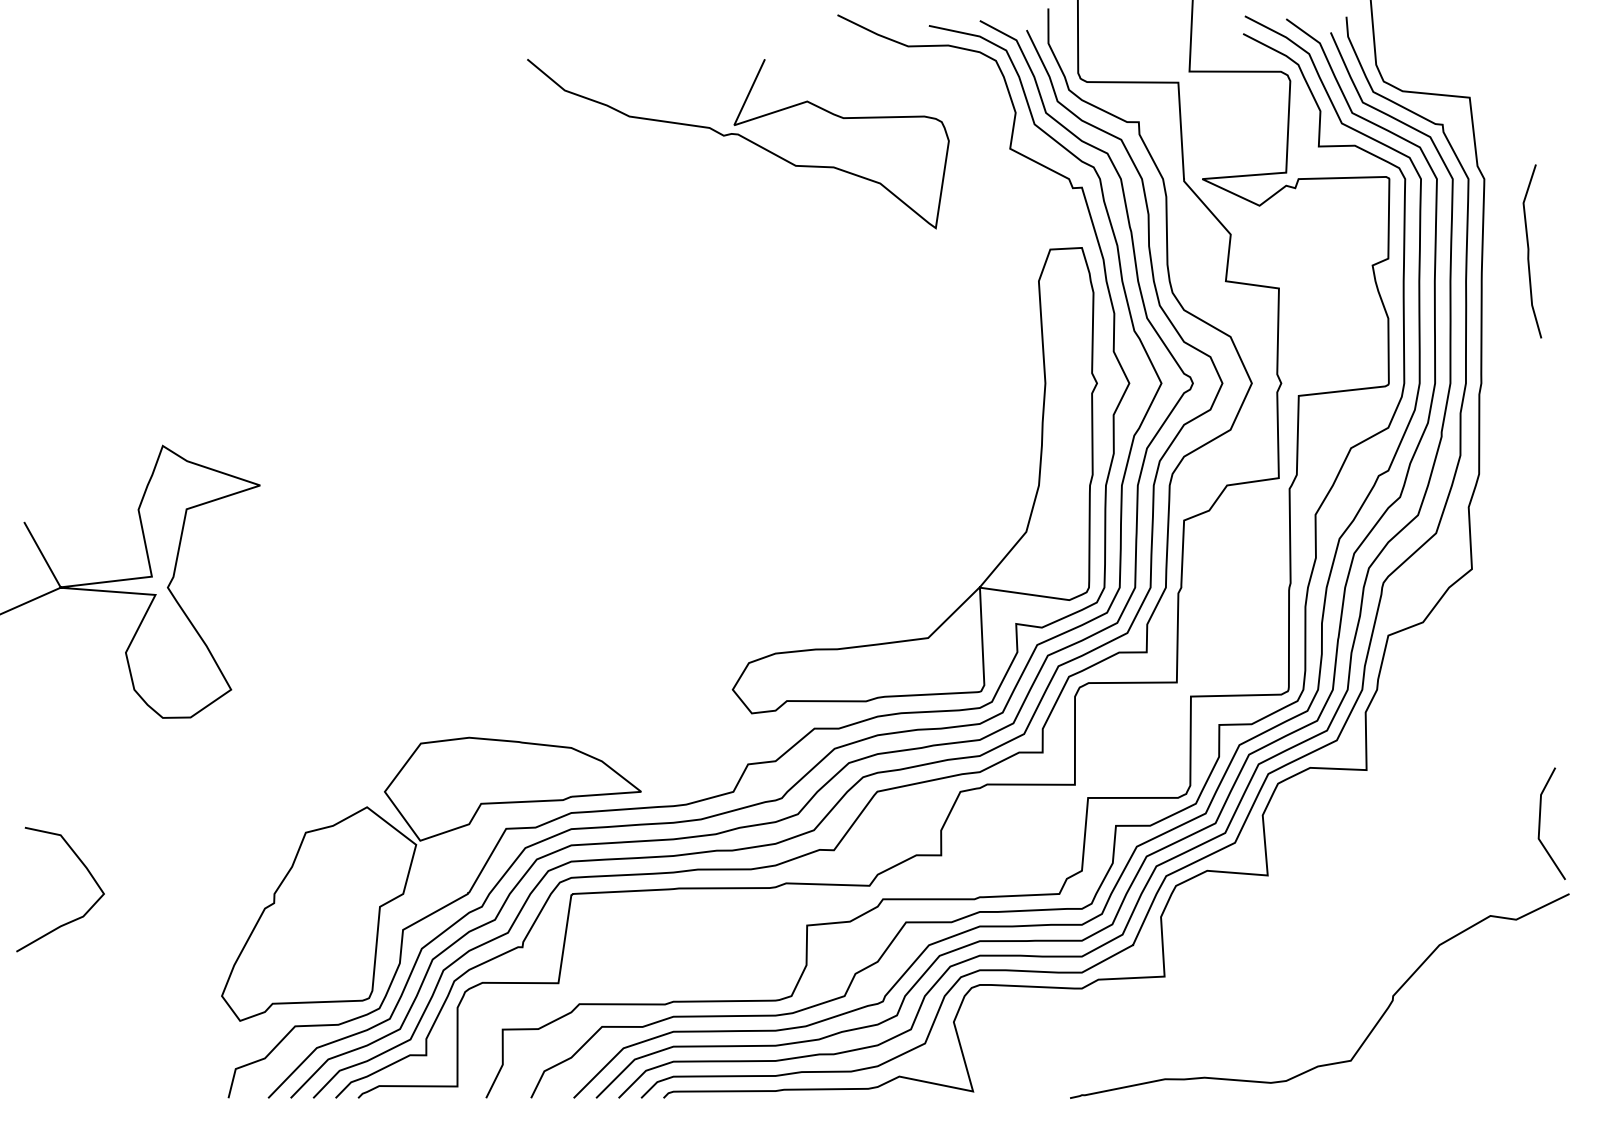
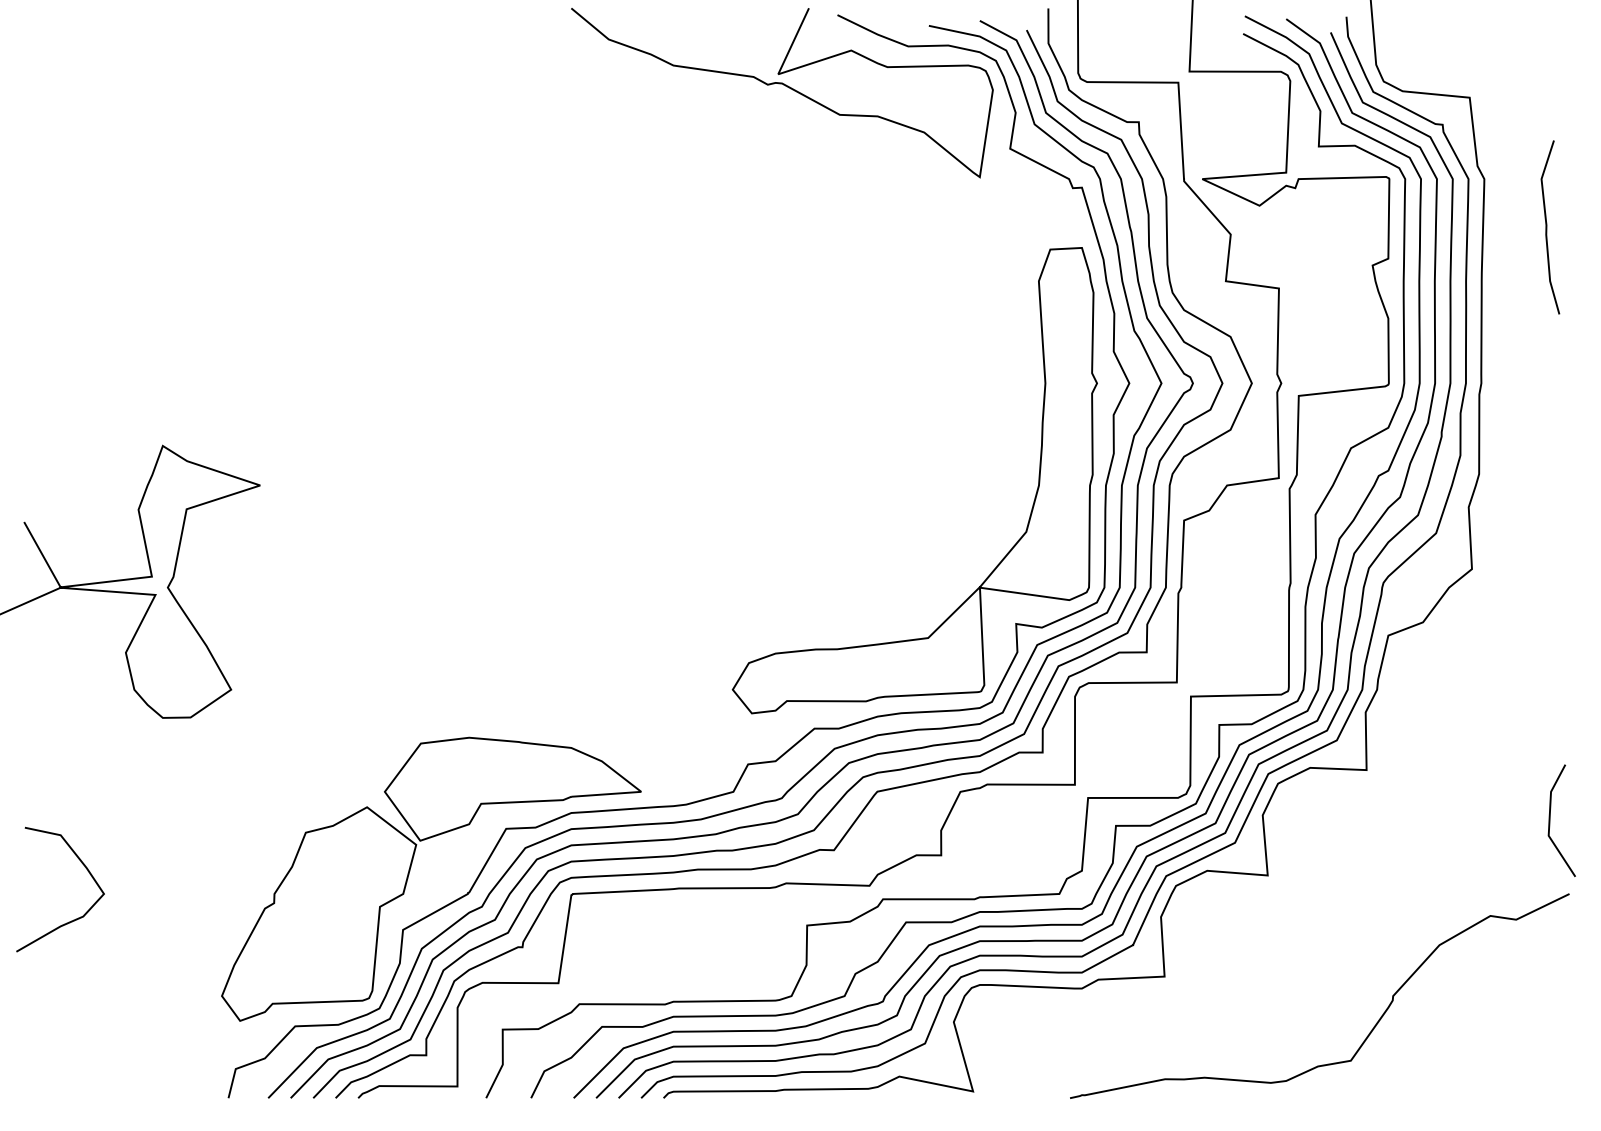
curve at (741, 137) position: (741, 137) -> (785, 86)
curve at (1529, 251) position: (1529, 251) -> (1547, 227)
line at (1540, 823) position: (1540, 823) -> (1550, 820)
